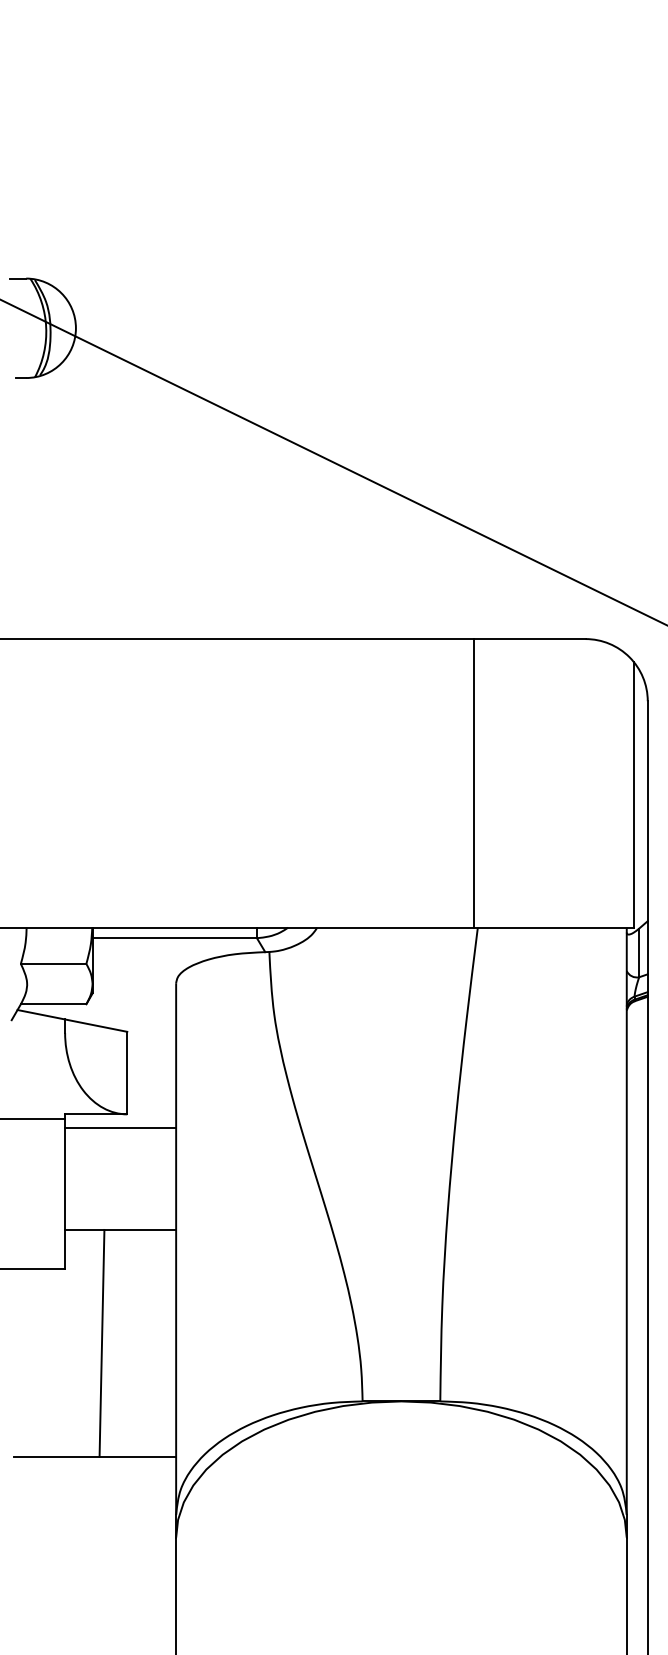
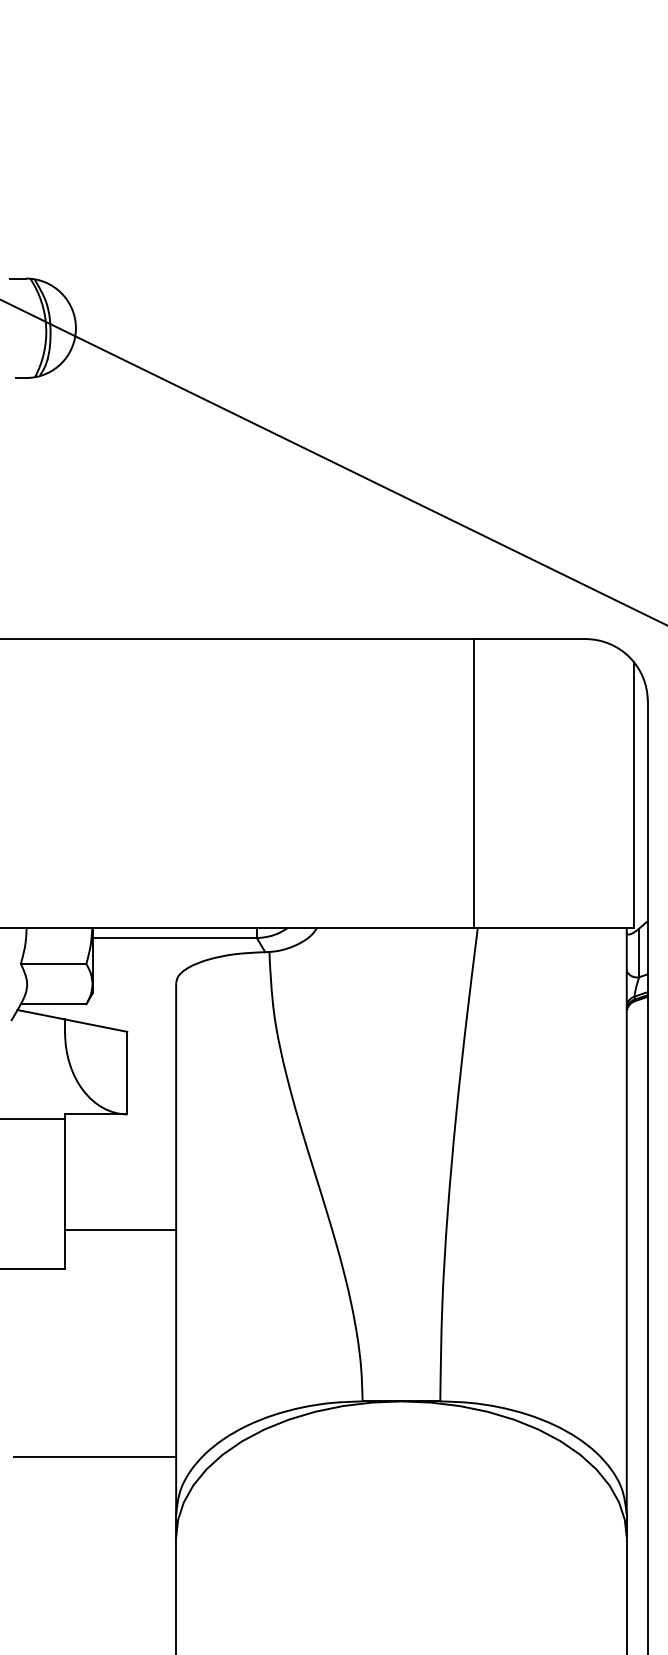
line at (120, 1128): present -> none
line at (101, 1342): present -> none
